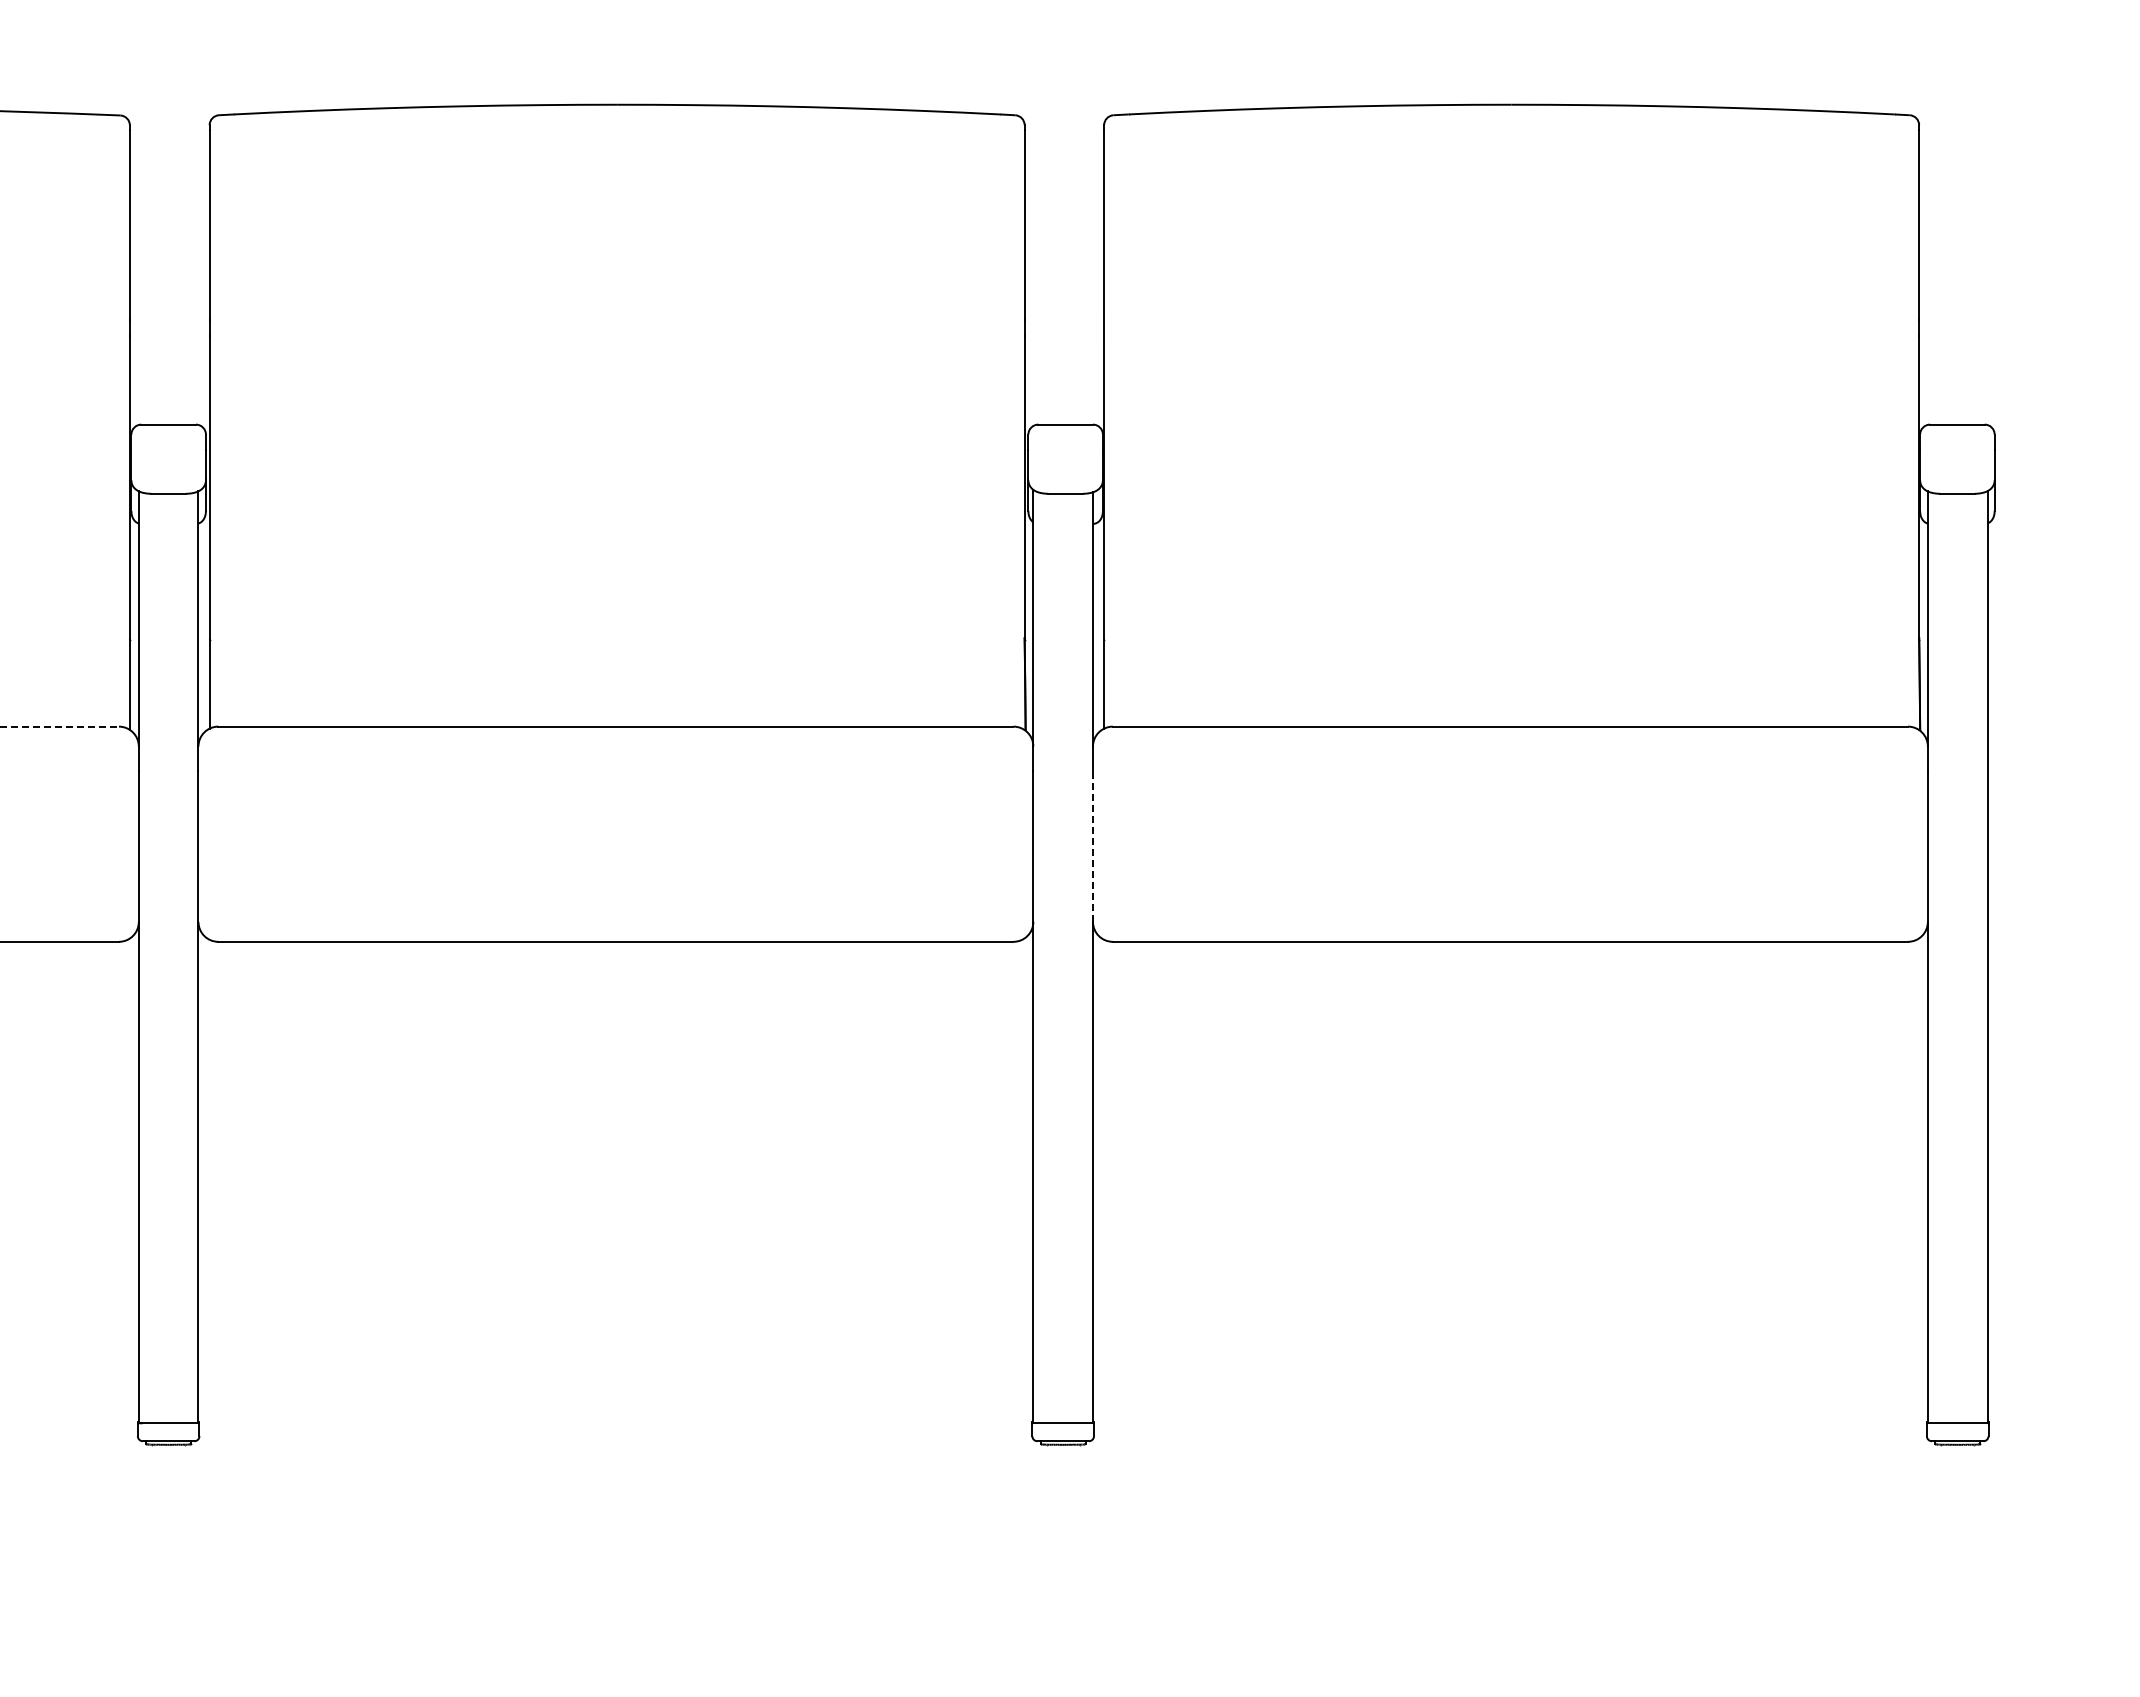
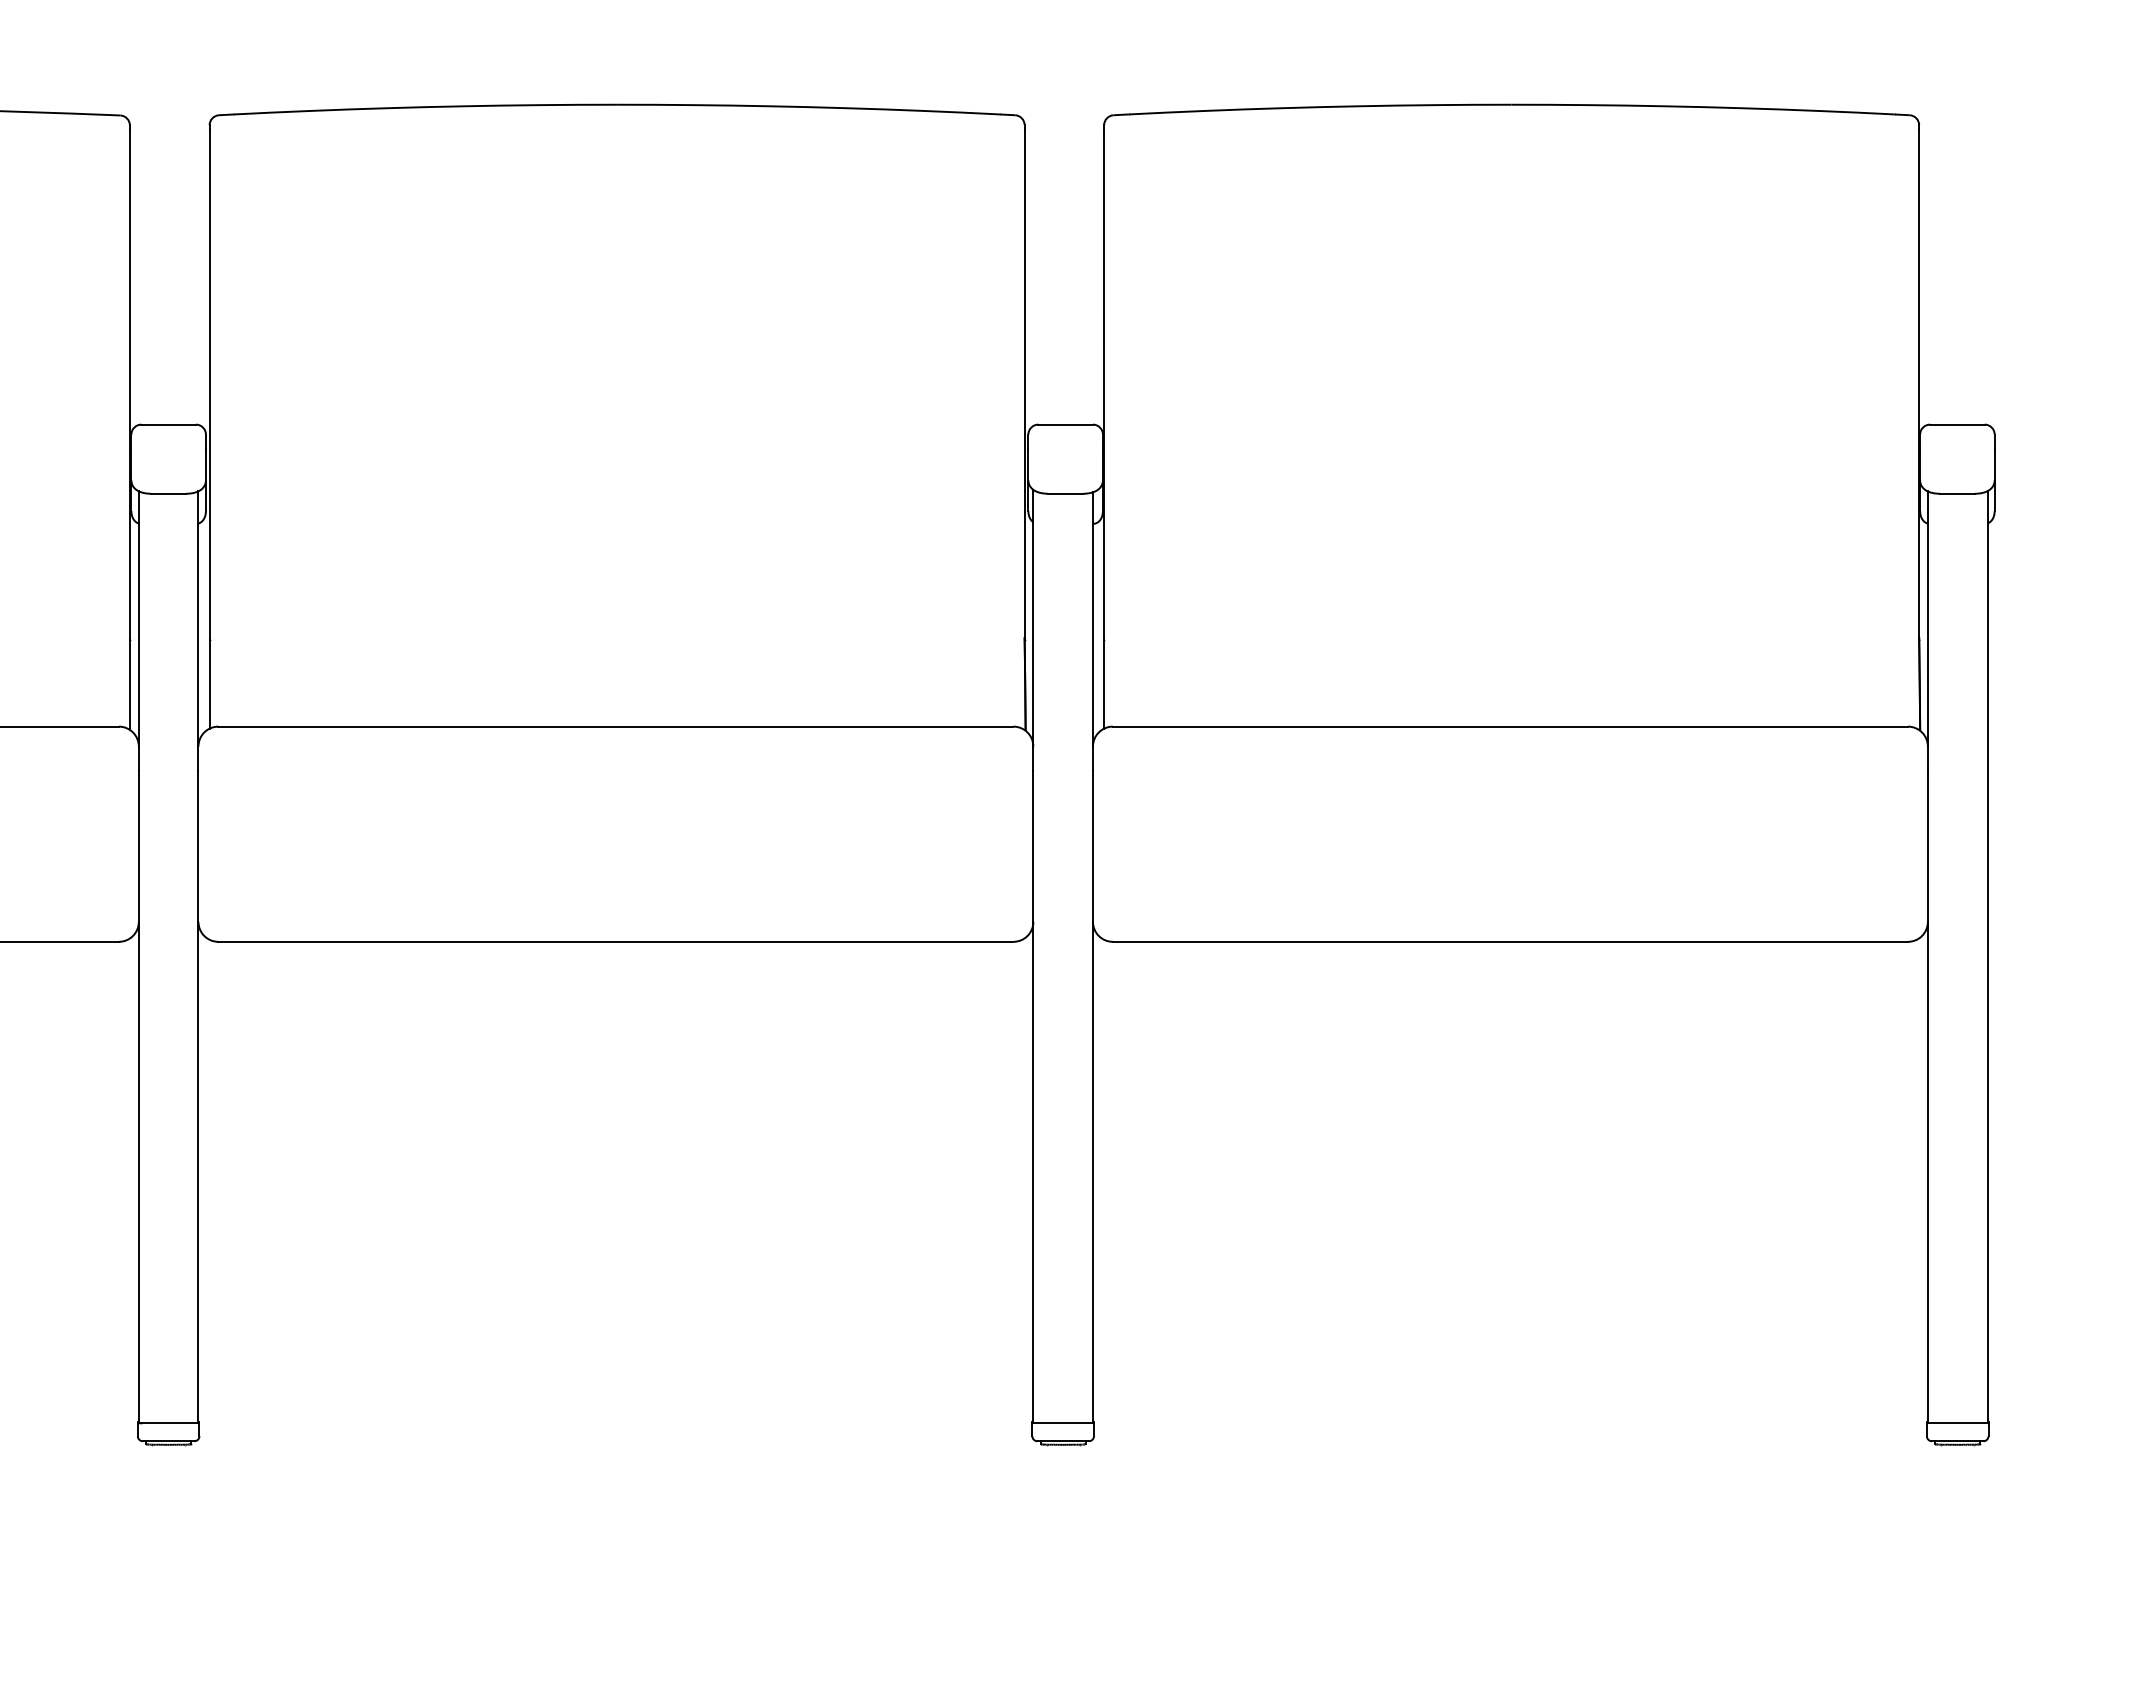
line at (59, 726): dashed -> solid
line at (1092, 846): dashed -> solid
